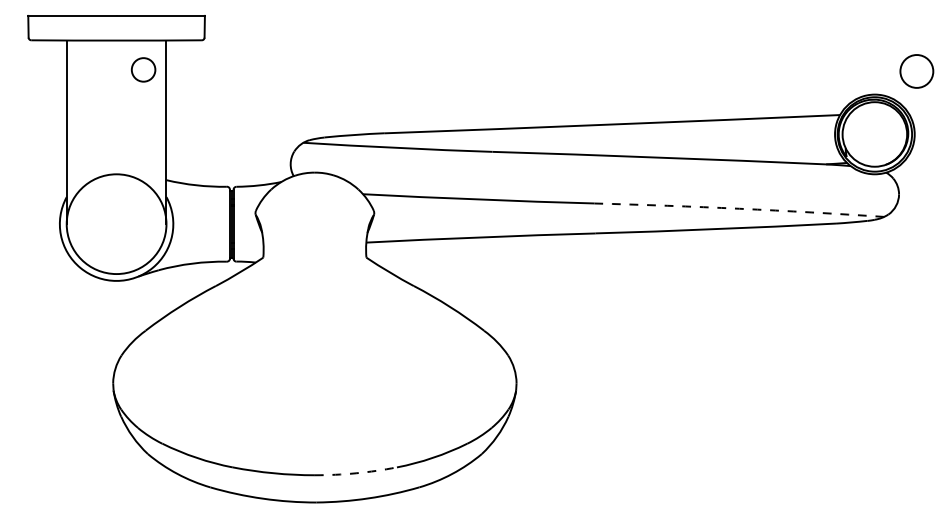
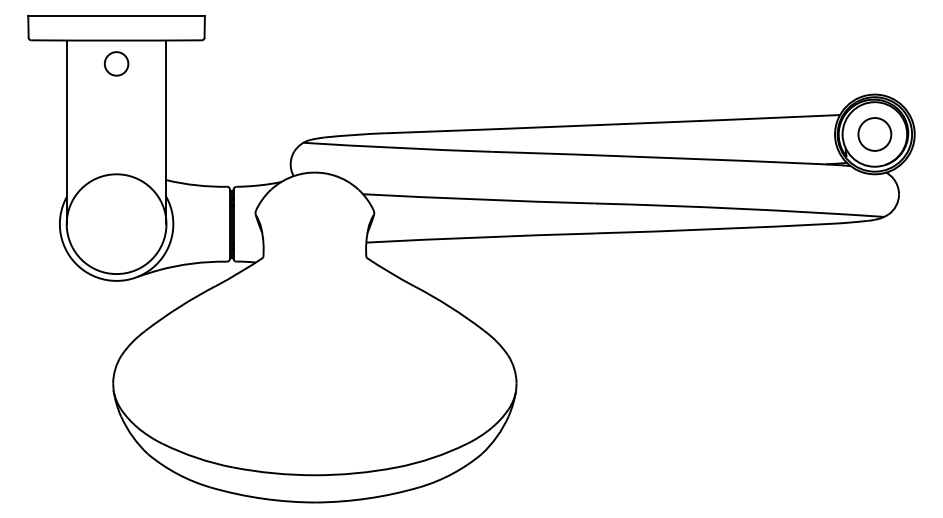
circle at (143, 69) position: (143, 69) -> (116, 63)
circle at (916, 71) position: (916, 71) -> (874, 134)
arc at (739, 208): dashed -> solid
arc at (356, 473): dashed -> solid
